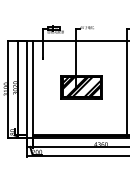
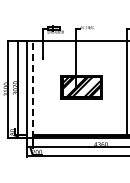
line at (33, 88): solid -> dashed
